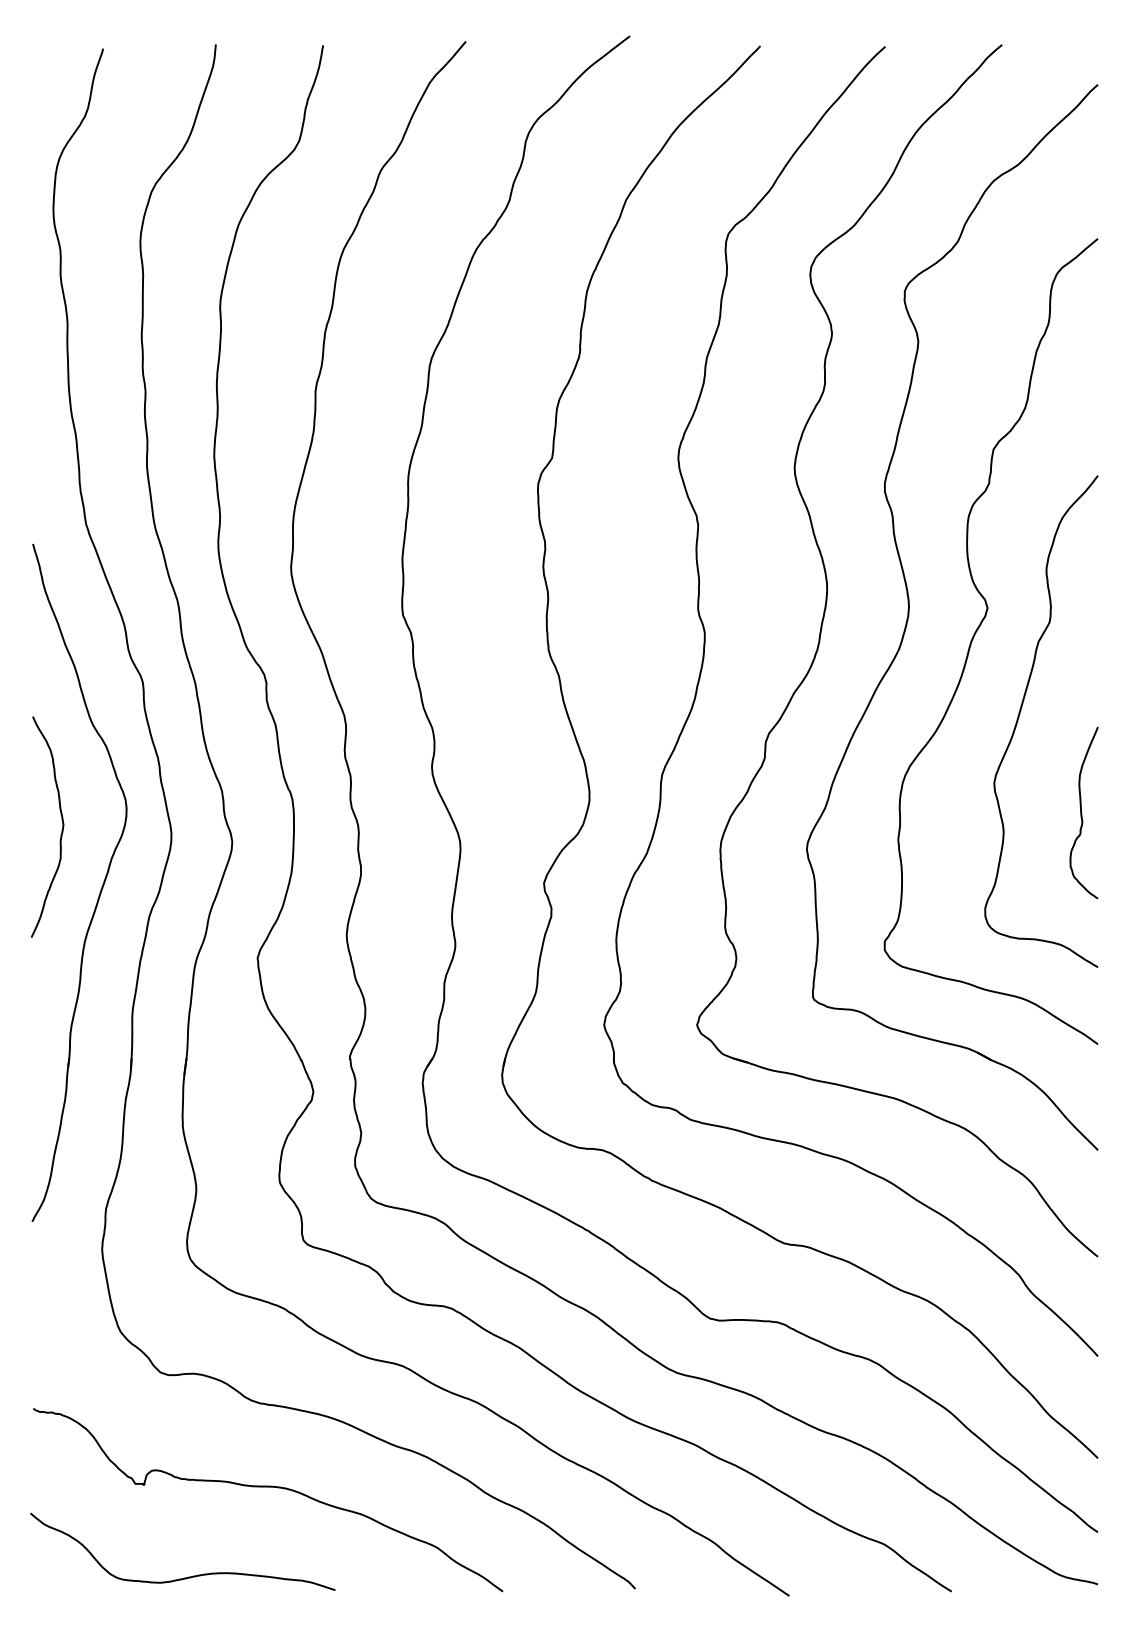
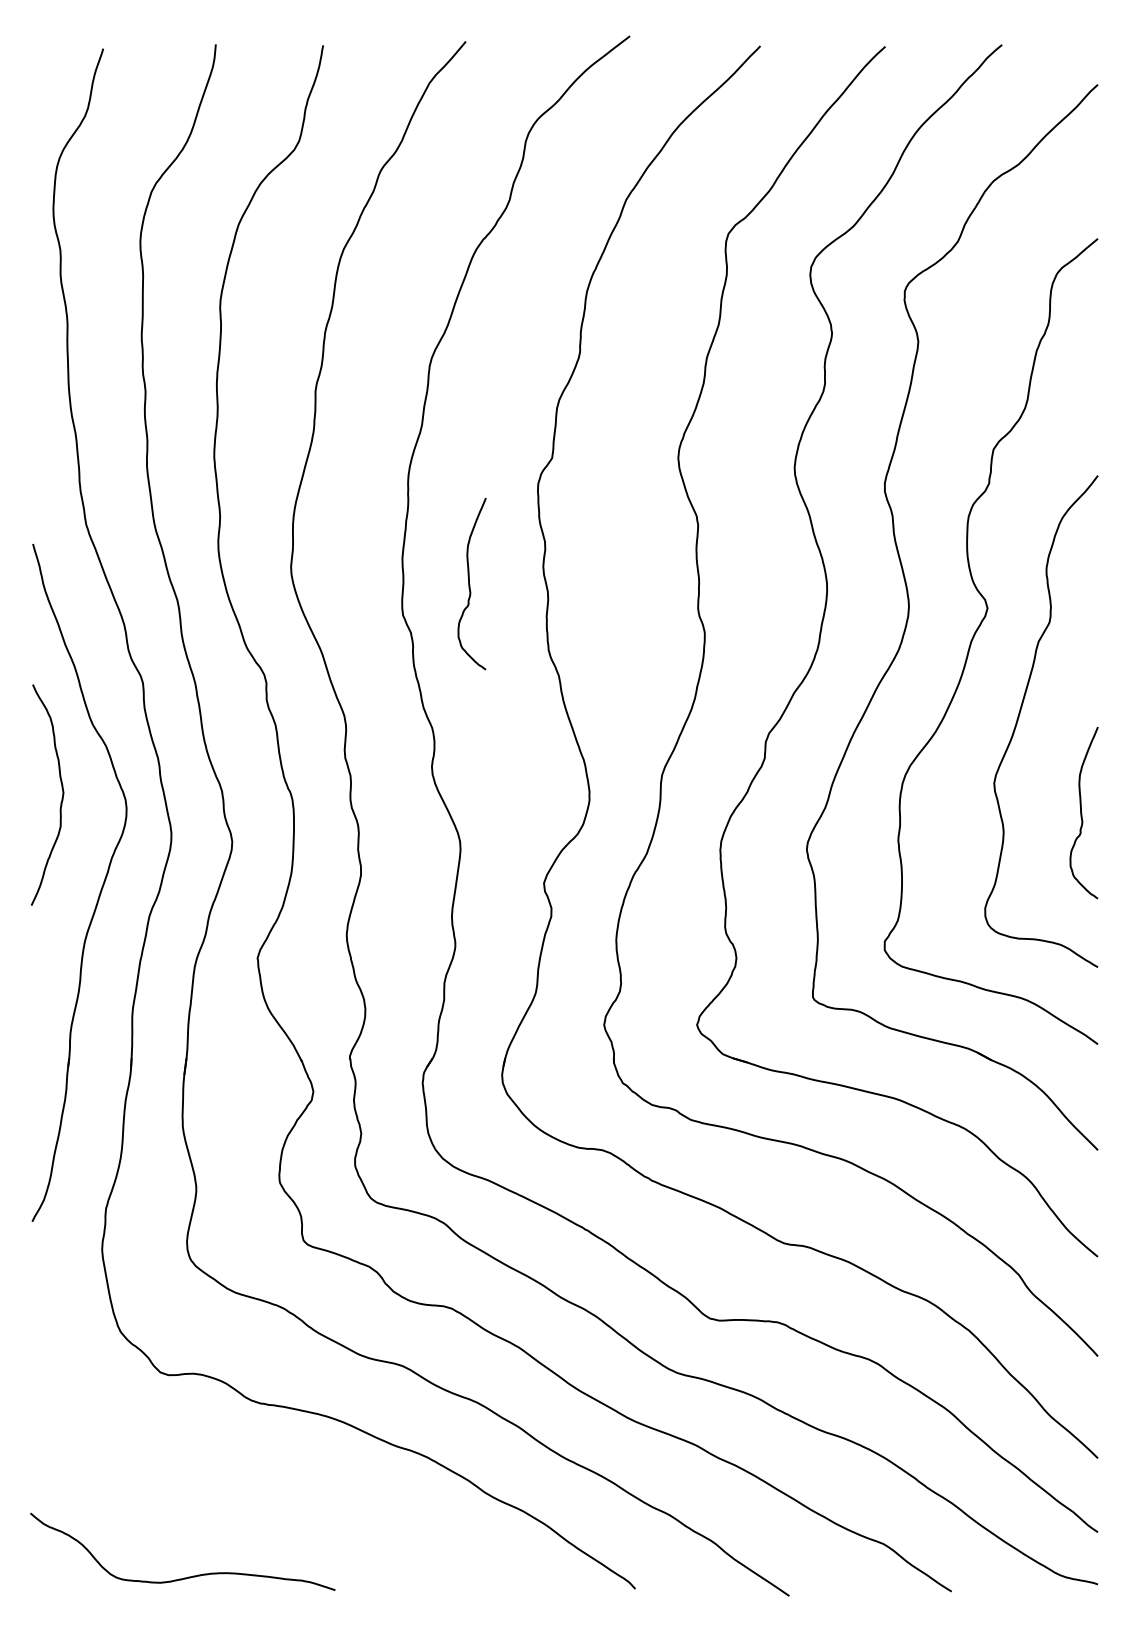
curve at (470, 584): none -> present
curve at (61, 829) position: (61, 829) -> (61, 797)
curve at (268, 1487): present -> none
